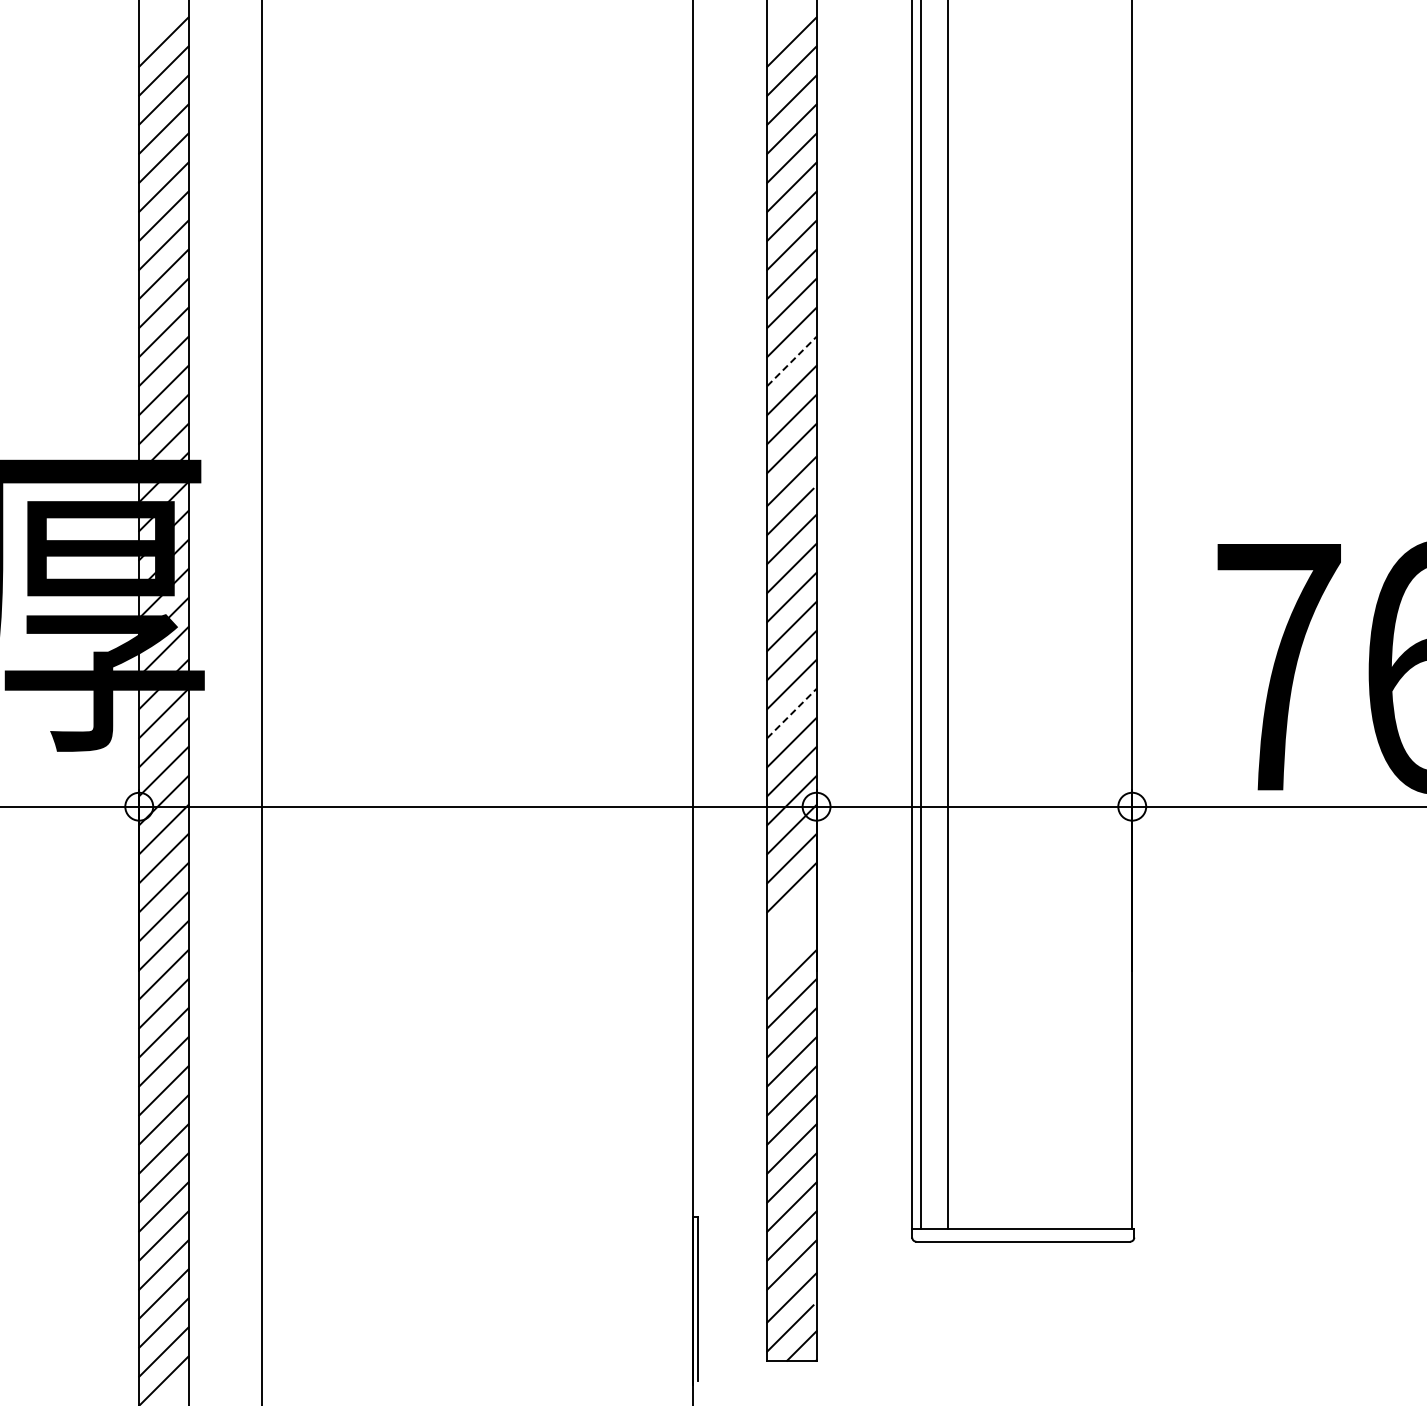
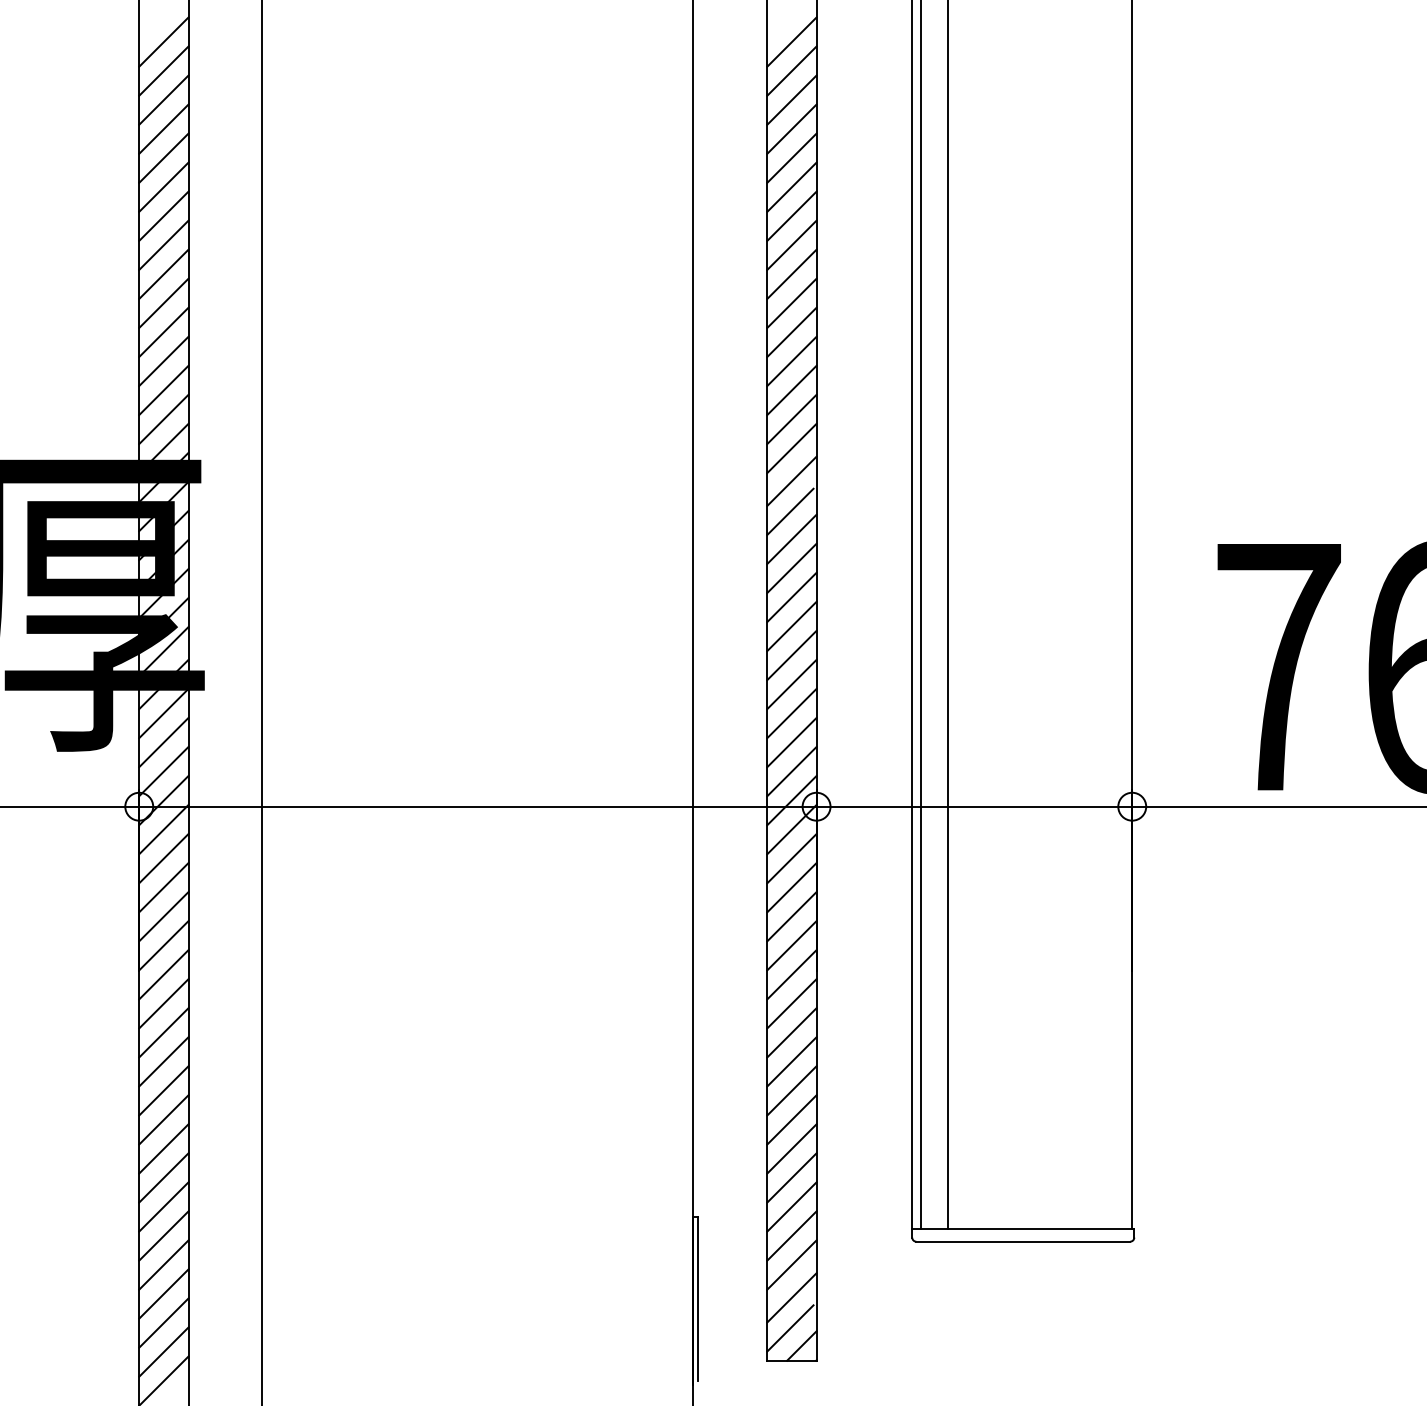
line at (791, 361): dashed -> solid
line at (791, 713): dashed -> solid
line at (791, 916): none -> present
line at (791, 945): none -> present
